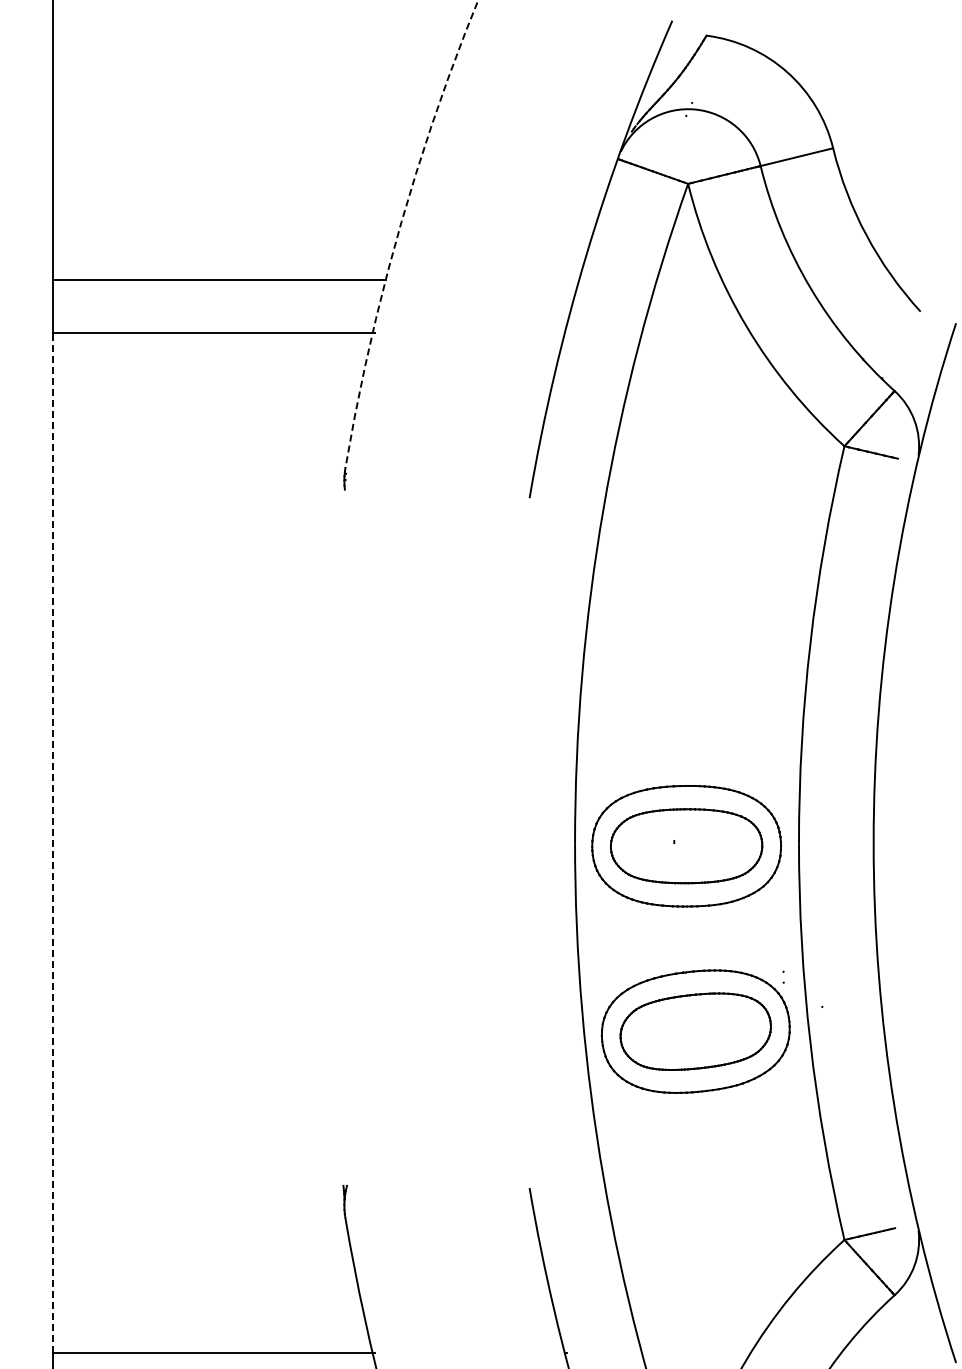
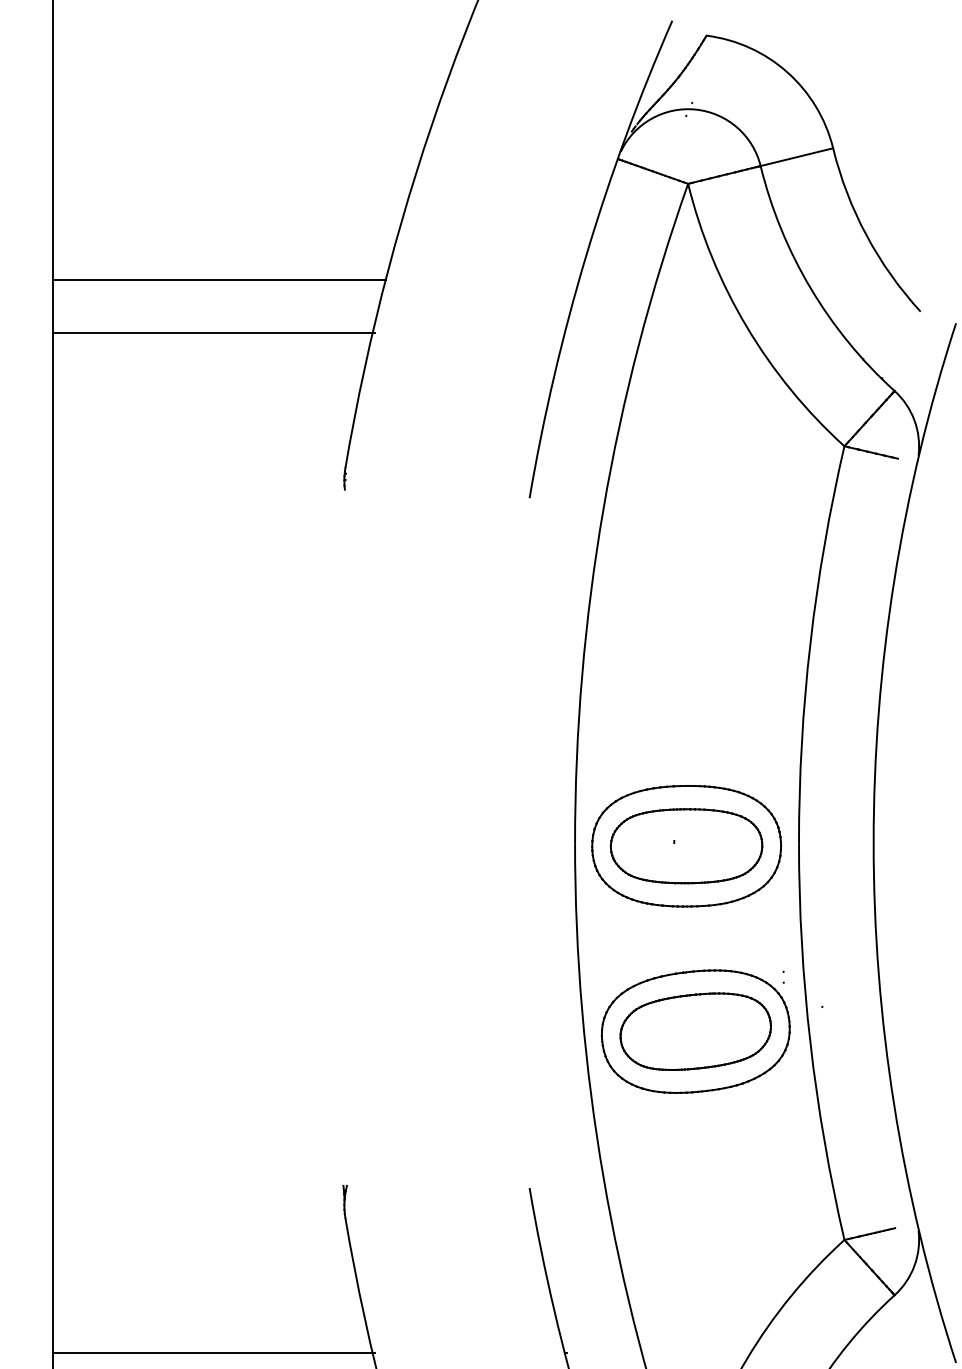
arc at (399, 230): dashed -> solid
line at (52, 842): dashed -> solid
